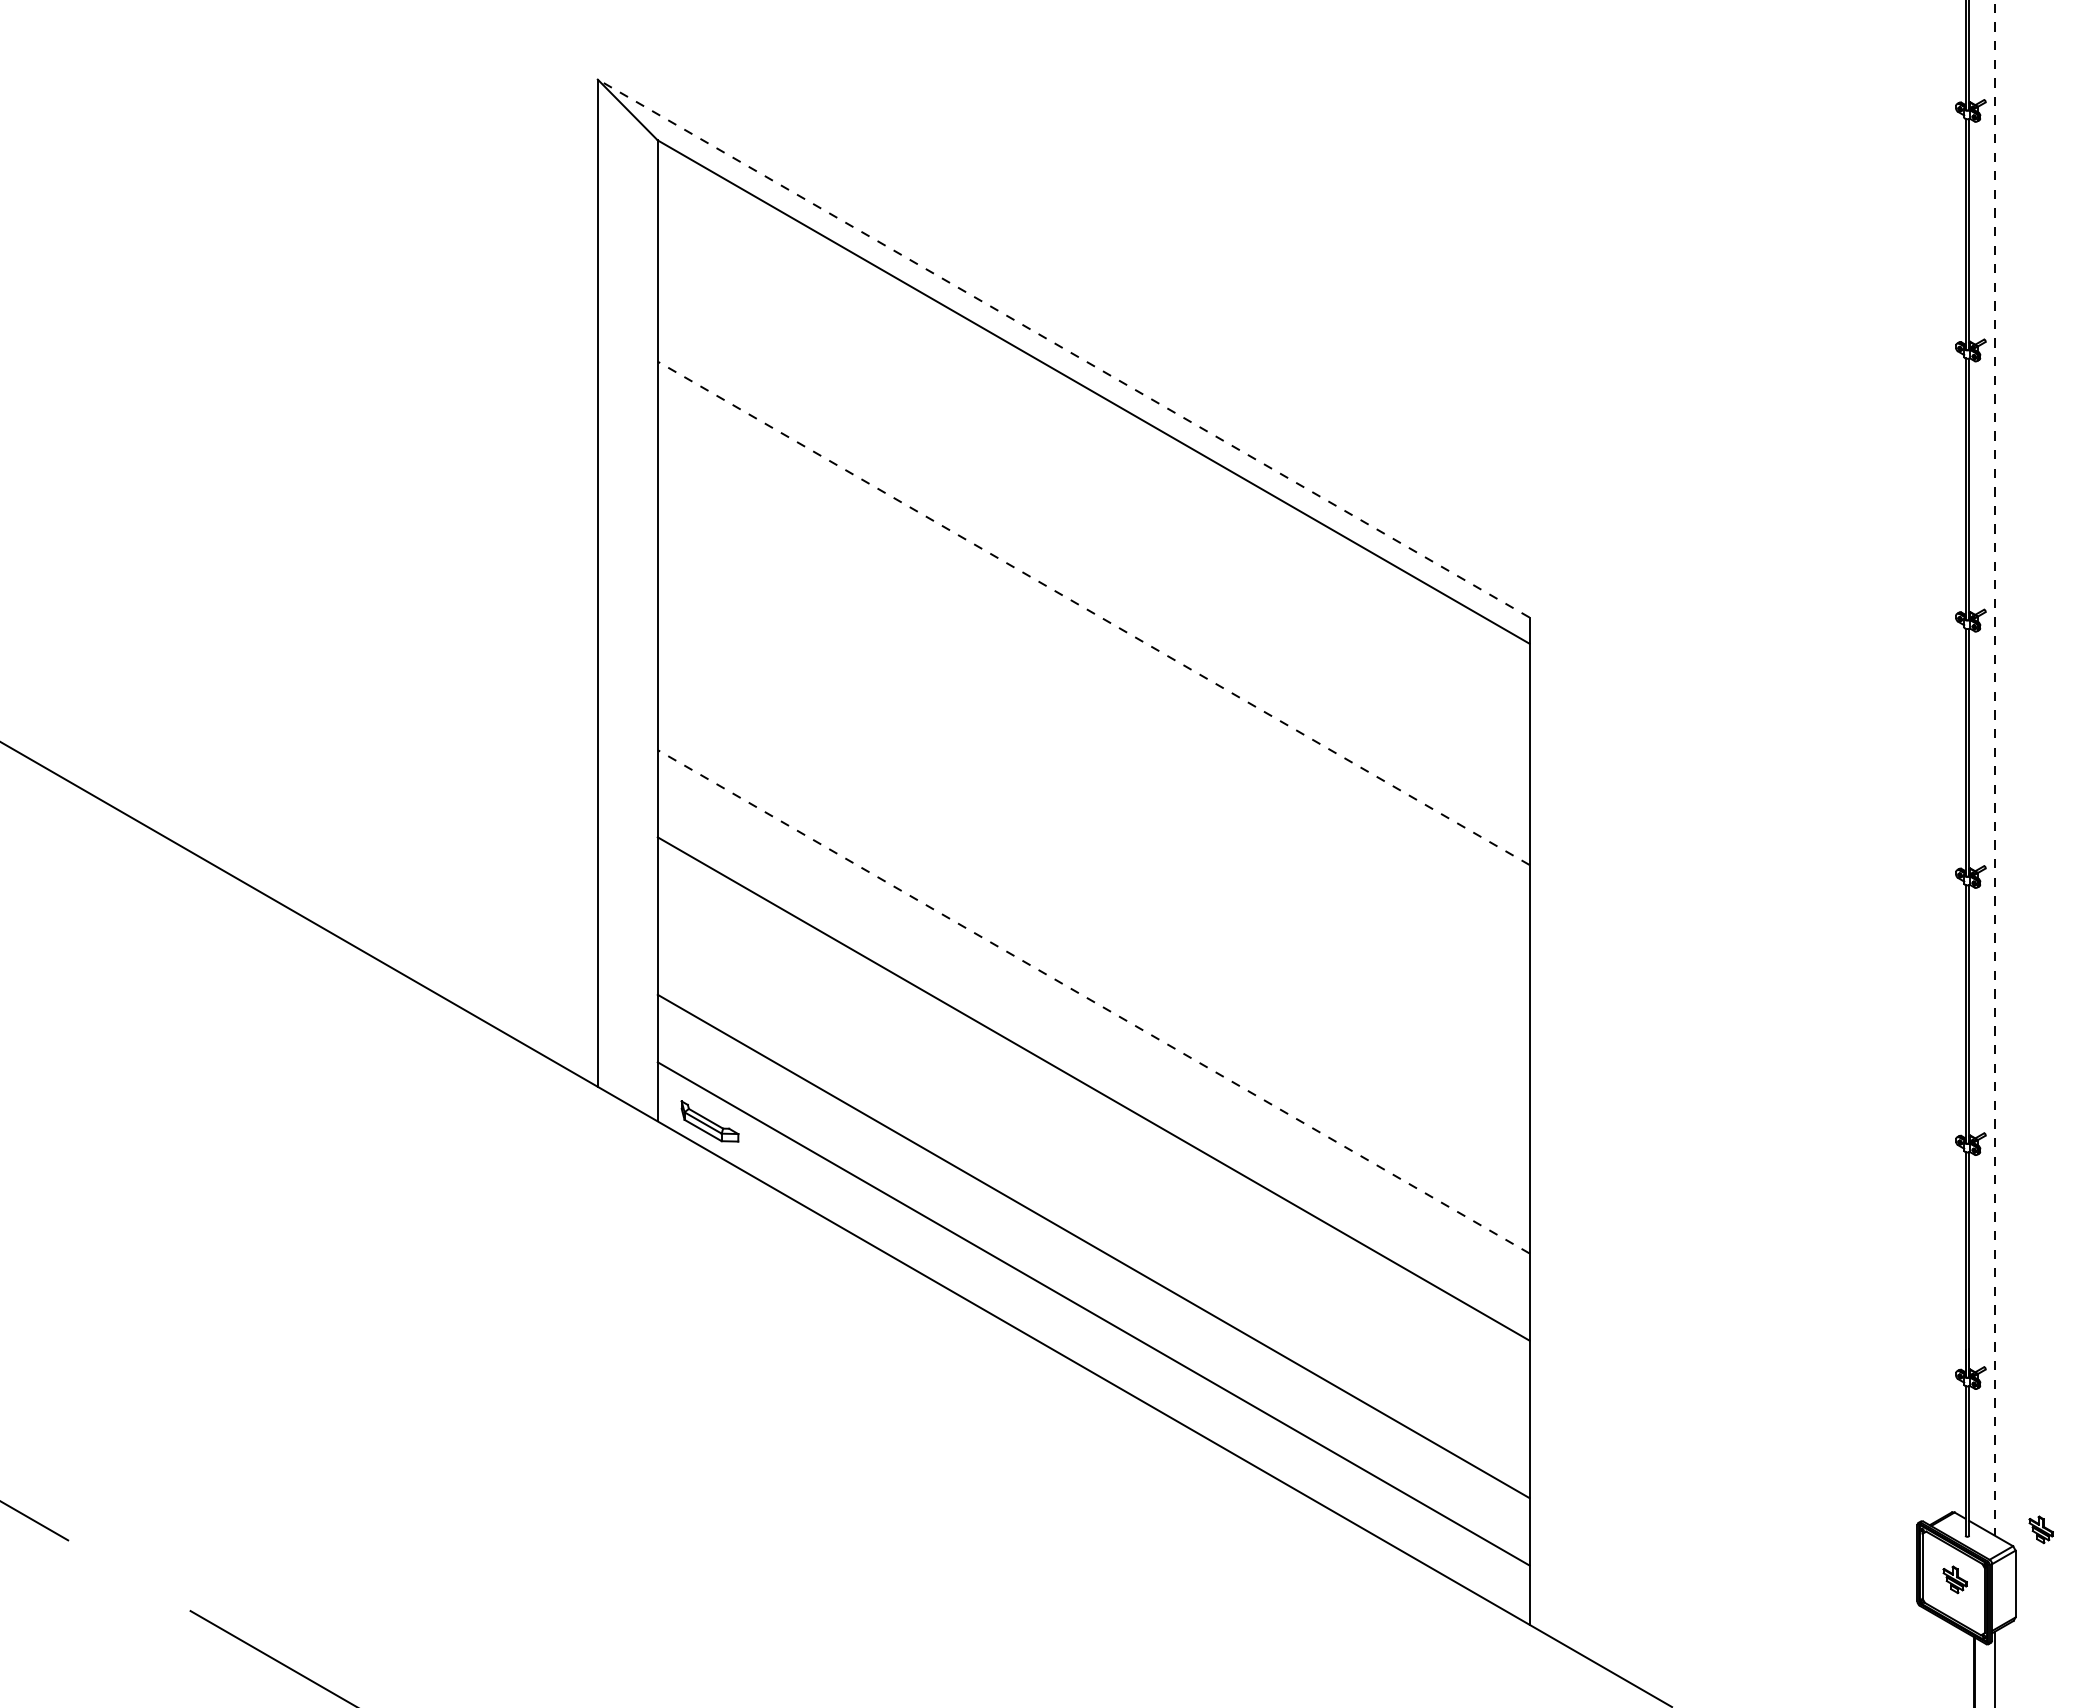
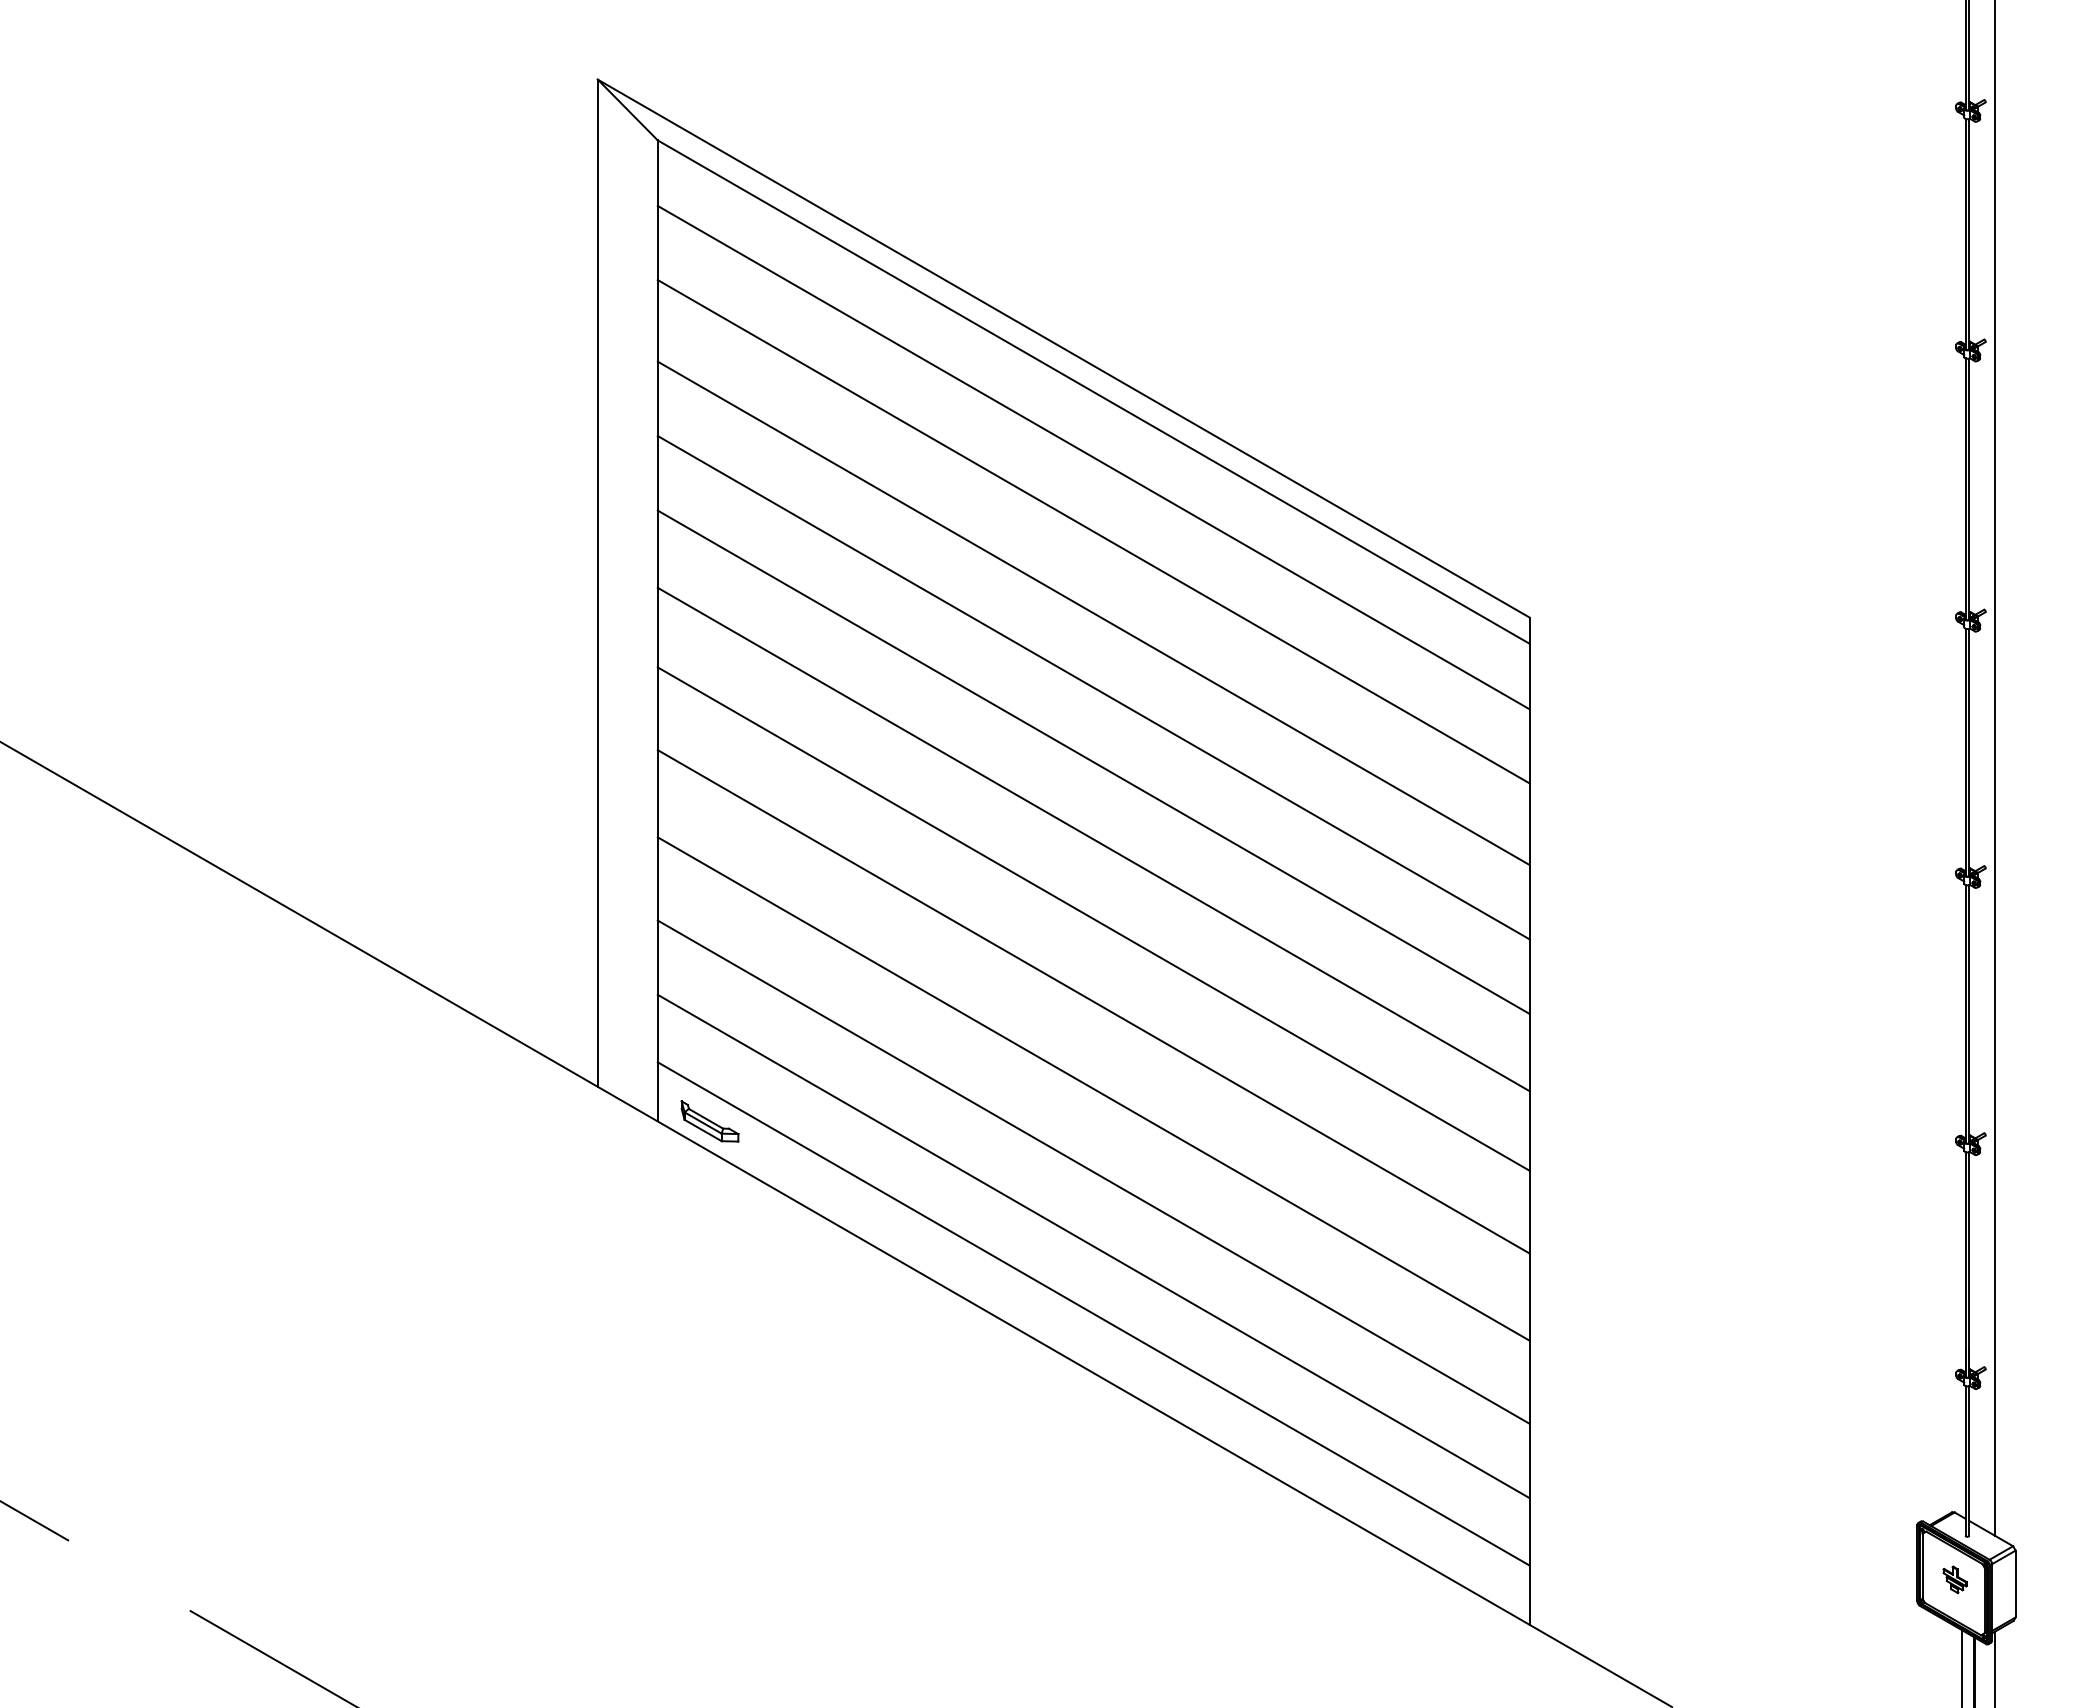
line at (1063, 348): dashed -> solid
line at (1093, 457): none -> present
line at (1093, 531): none -> present
line at (1093, 613): dashed -> solid
line at (1093, 687): none -> present
line at (1093, 761): none -> present
line at (1994, 768): dashed -> solid
line at (1093, 839): none -> present
line at (1093, 918): none -> present
line at (1093, 1001): dashed -> solid
line at (1093, 1171): none -> present
part at (2040, 1529): present -> none
line at (1961, 1666): none -> present
